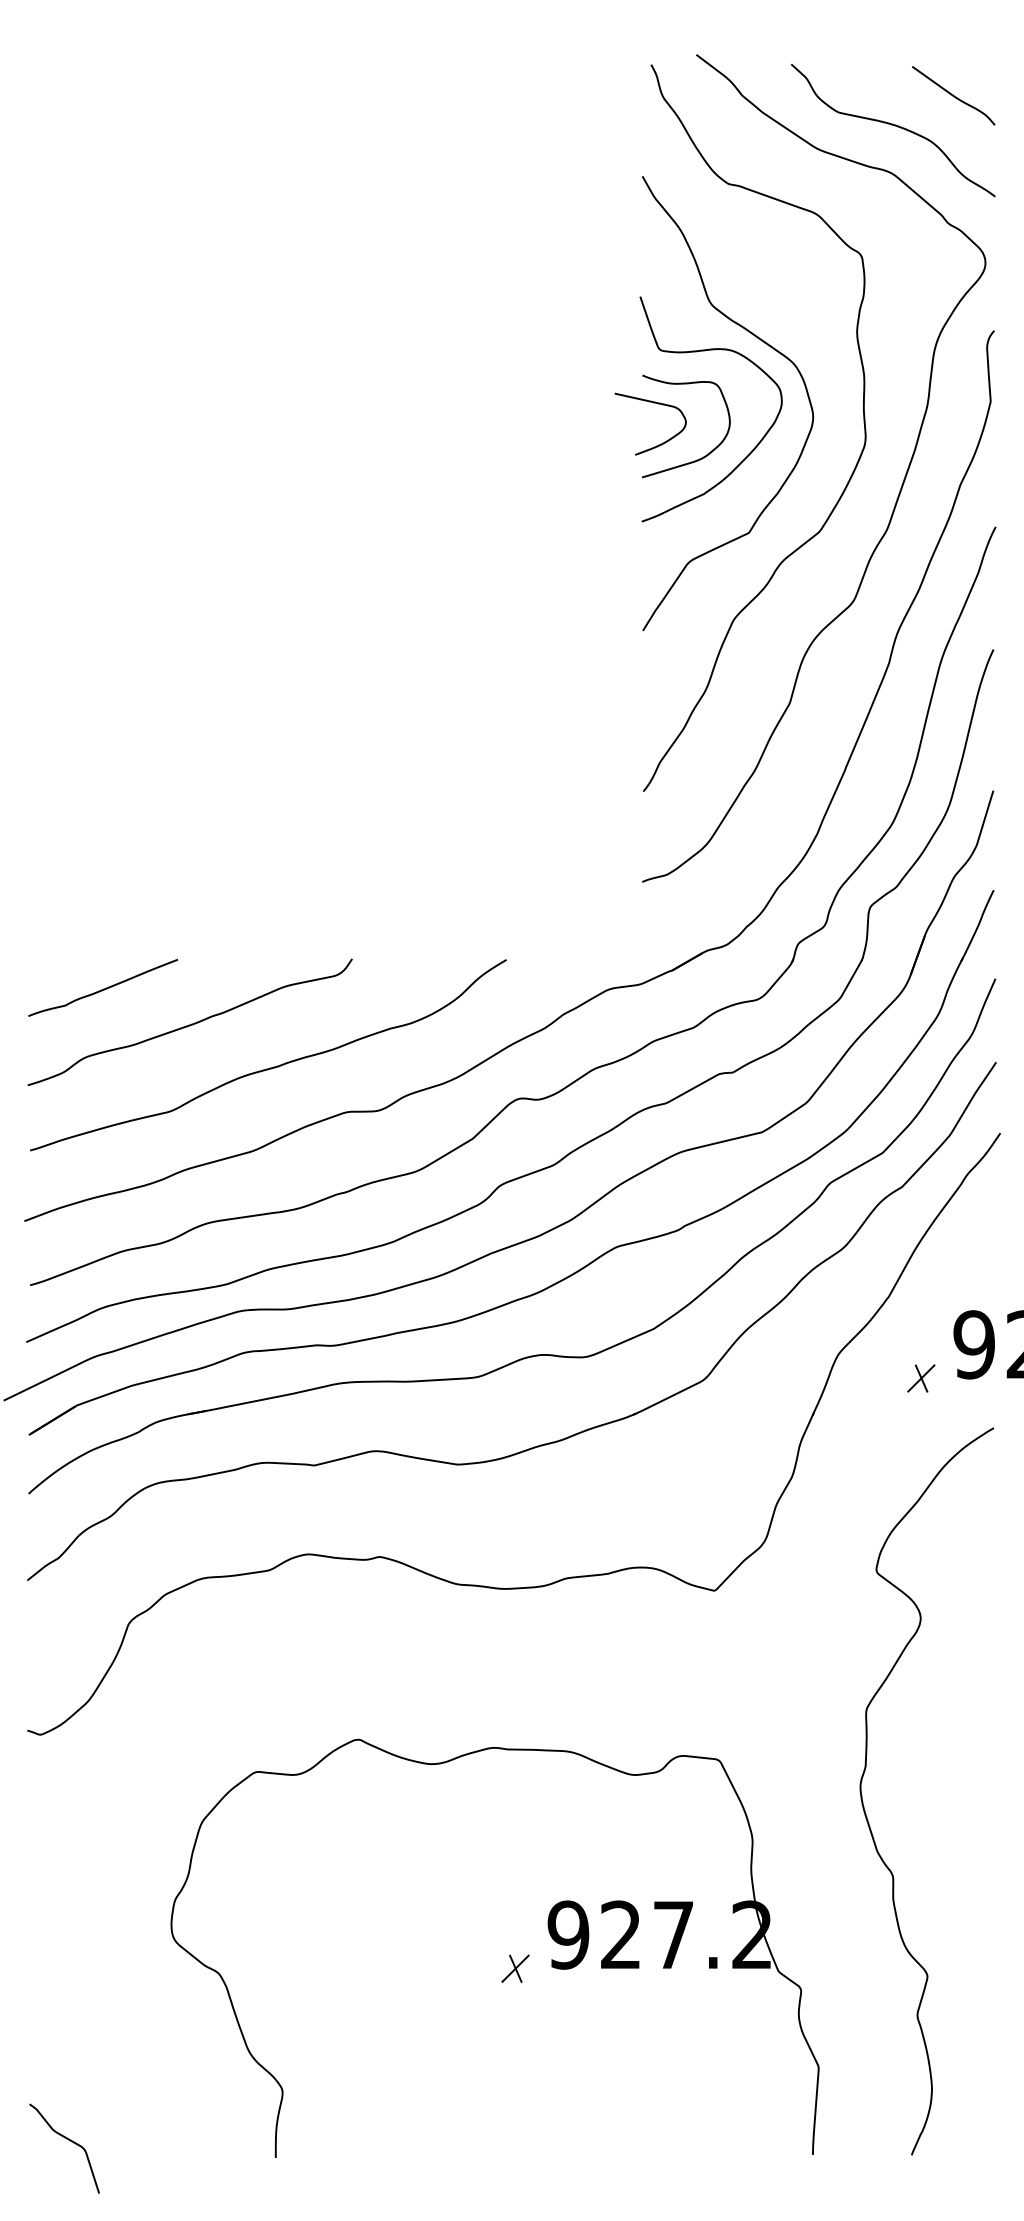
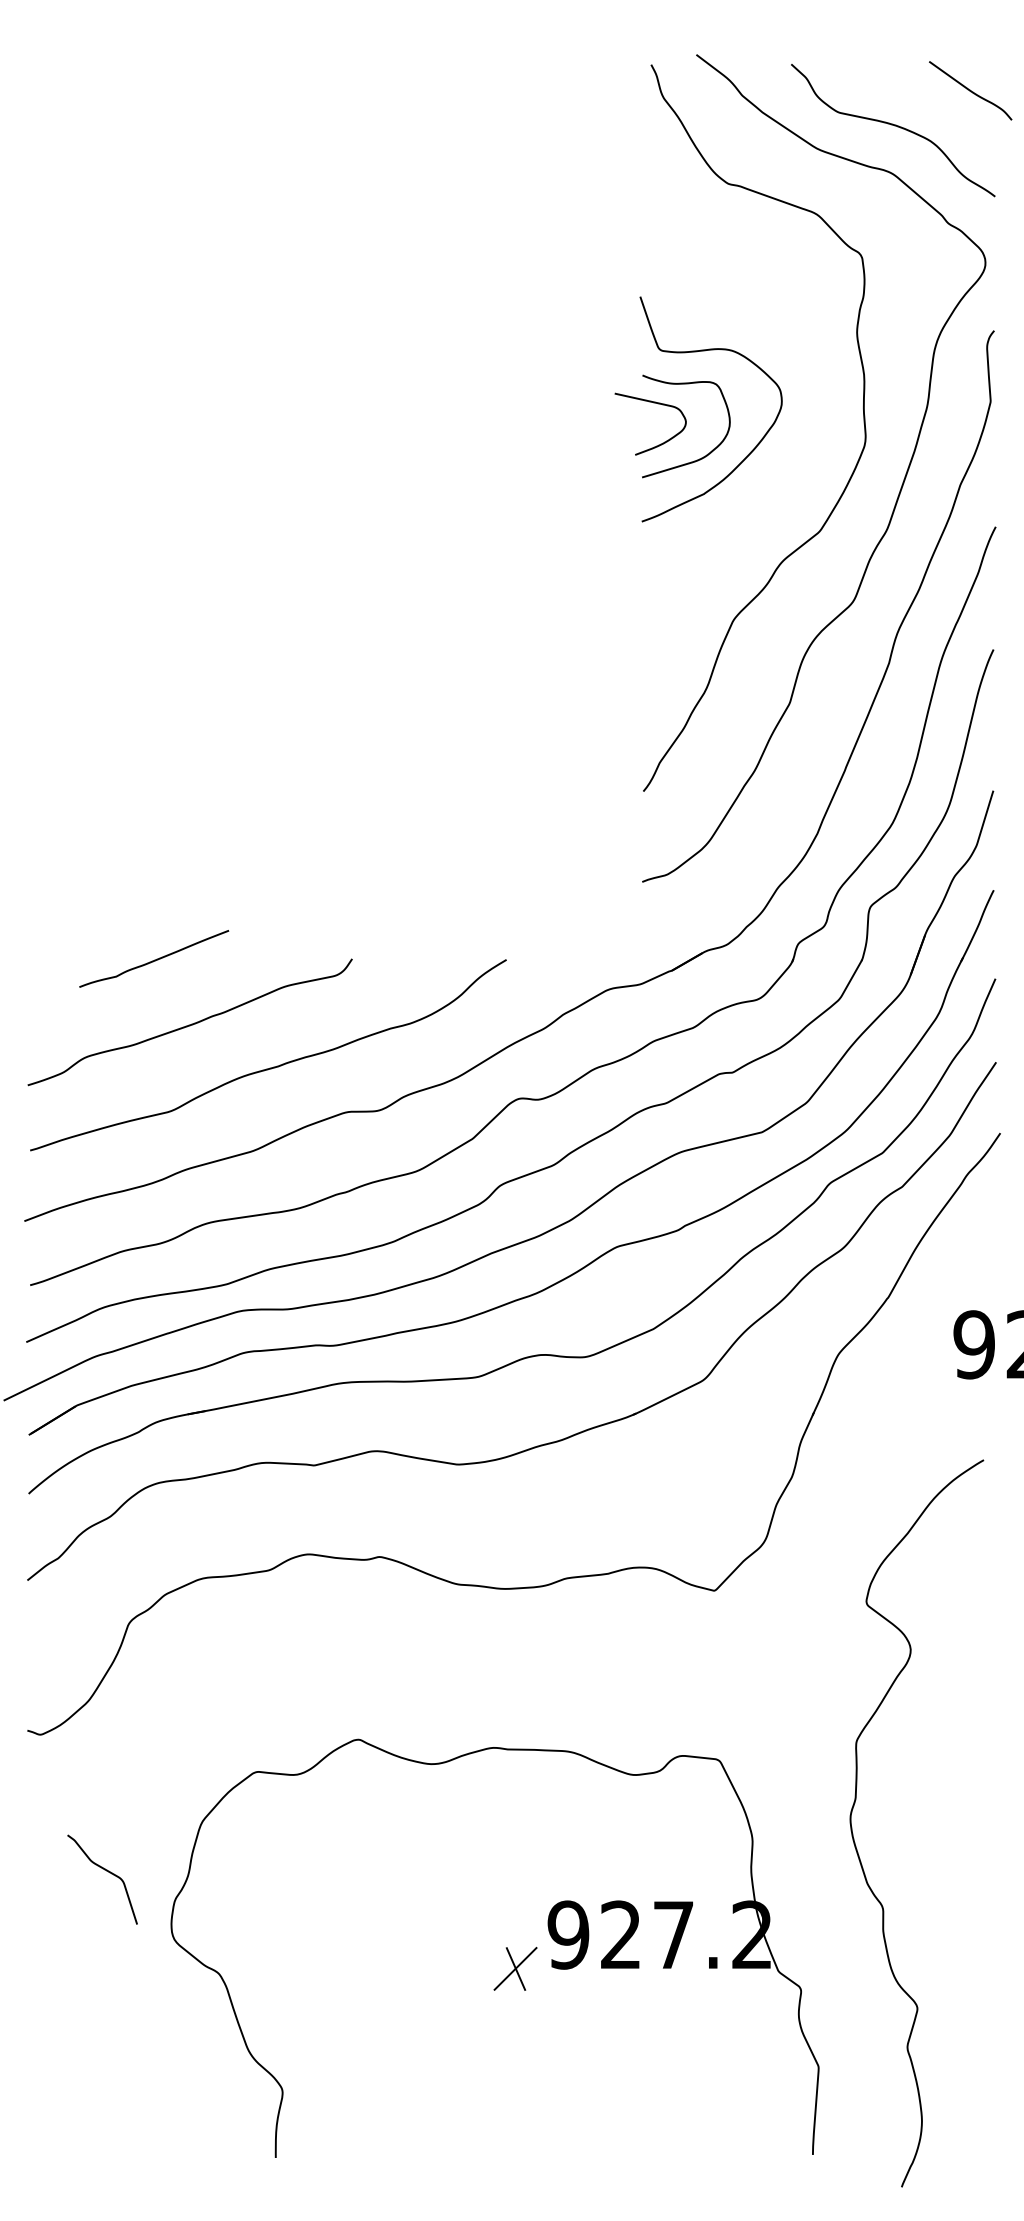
curve at (953, 95) position: (953, 95) -> (970, 90)
curve at (771, 348): present -> none
curve at (103, 988) position: (103, 988) -> (154, 959)
part at (921, 1378): present -> none
curve at (863, 1801) position: (863, 1801) -> (853, 1833)
part at (515, 1968) size: 29x29 px -> 45x44 px
curve at (68, 2140) position: (68, 2140) -> (106, 1871)
